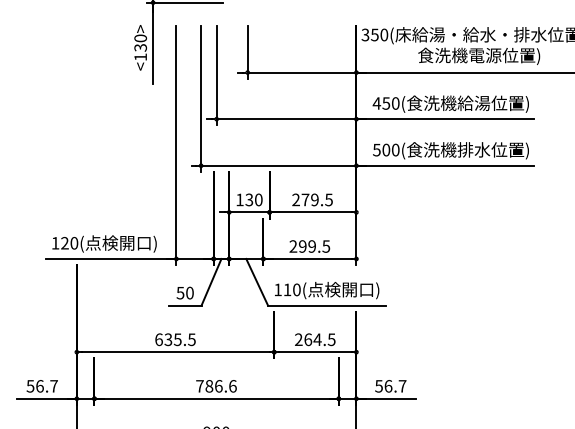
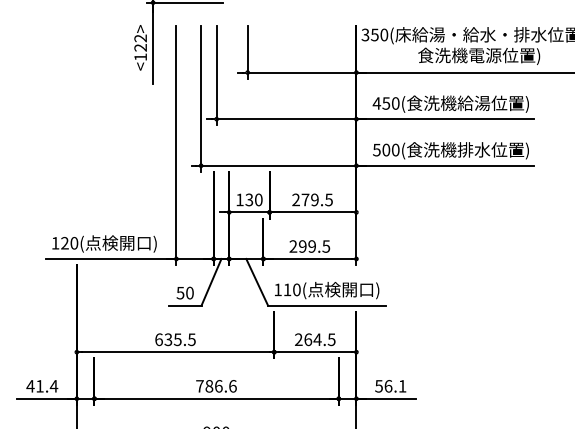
text at (140, 42): <130> -> <122>
text at (42, 386): 56.7 -> 41.4
text at (402, 386): 56.7 -> 56.1
